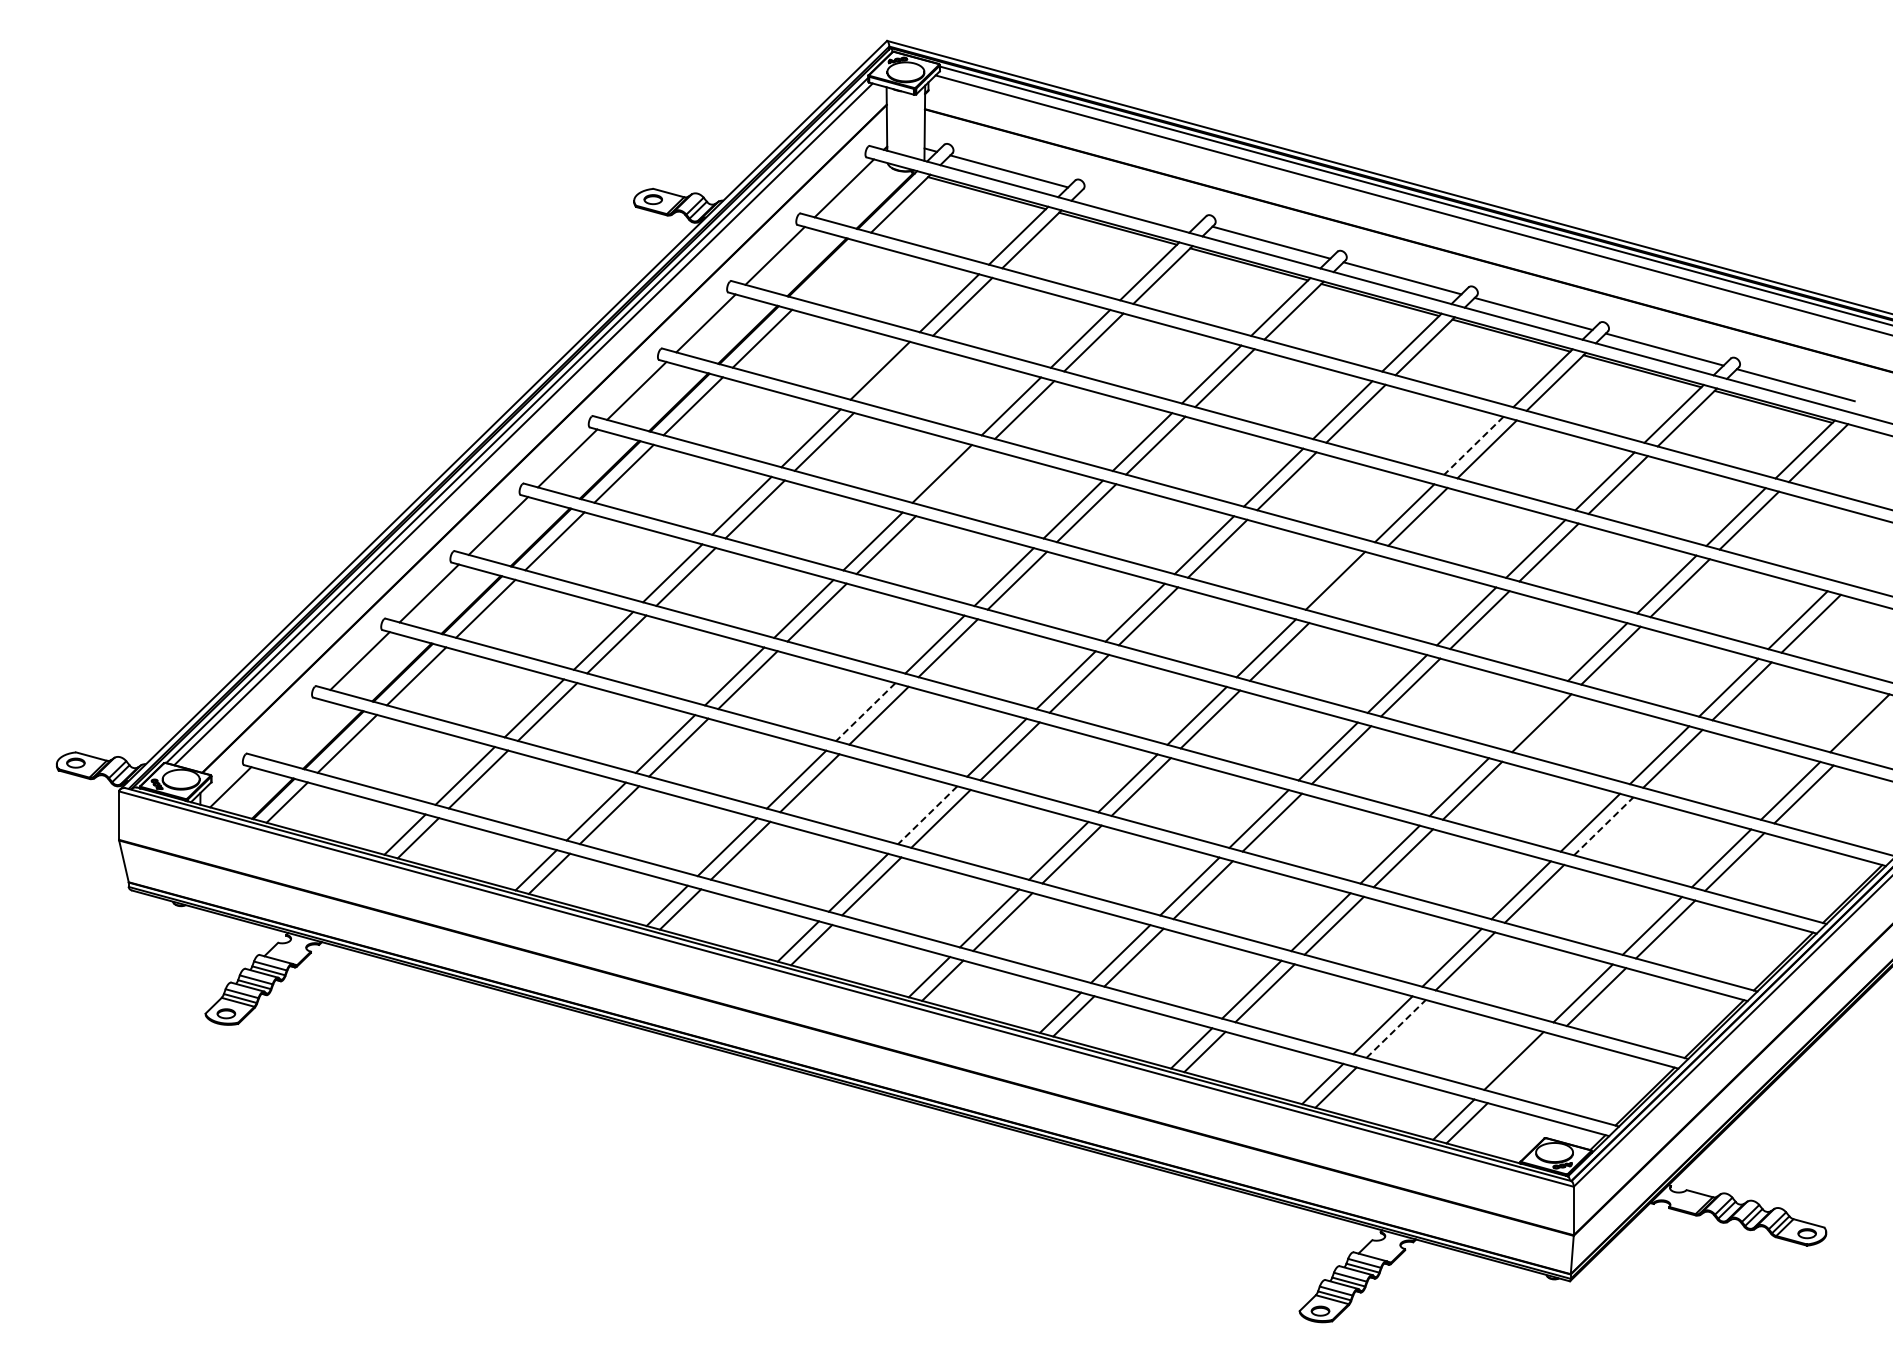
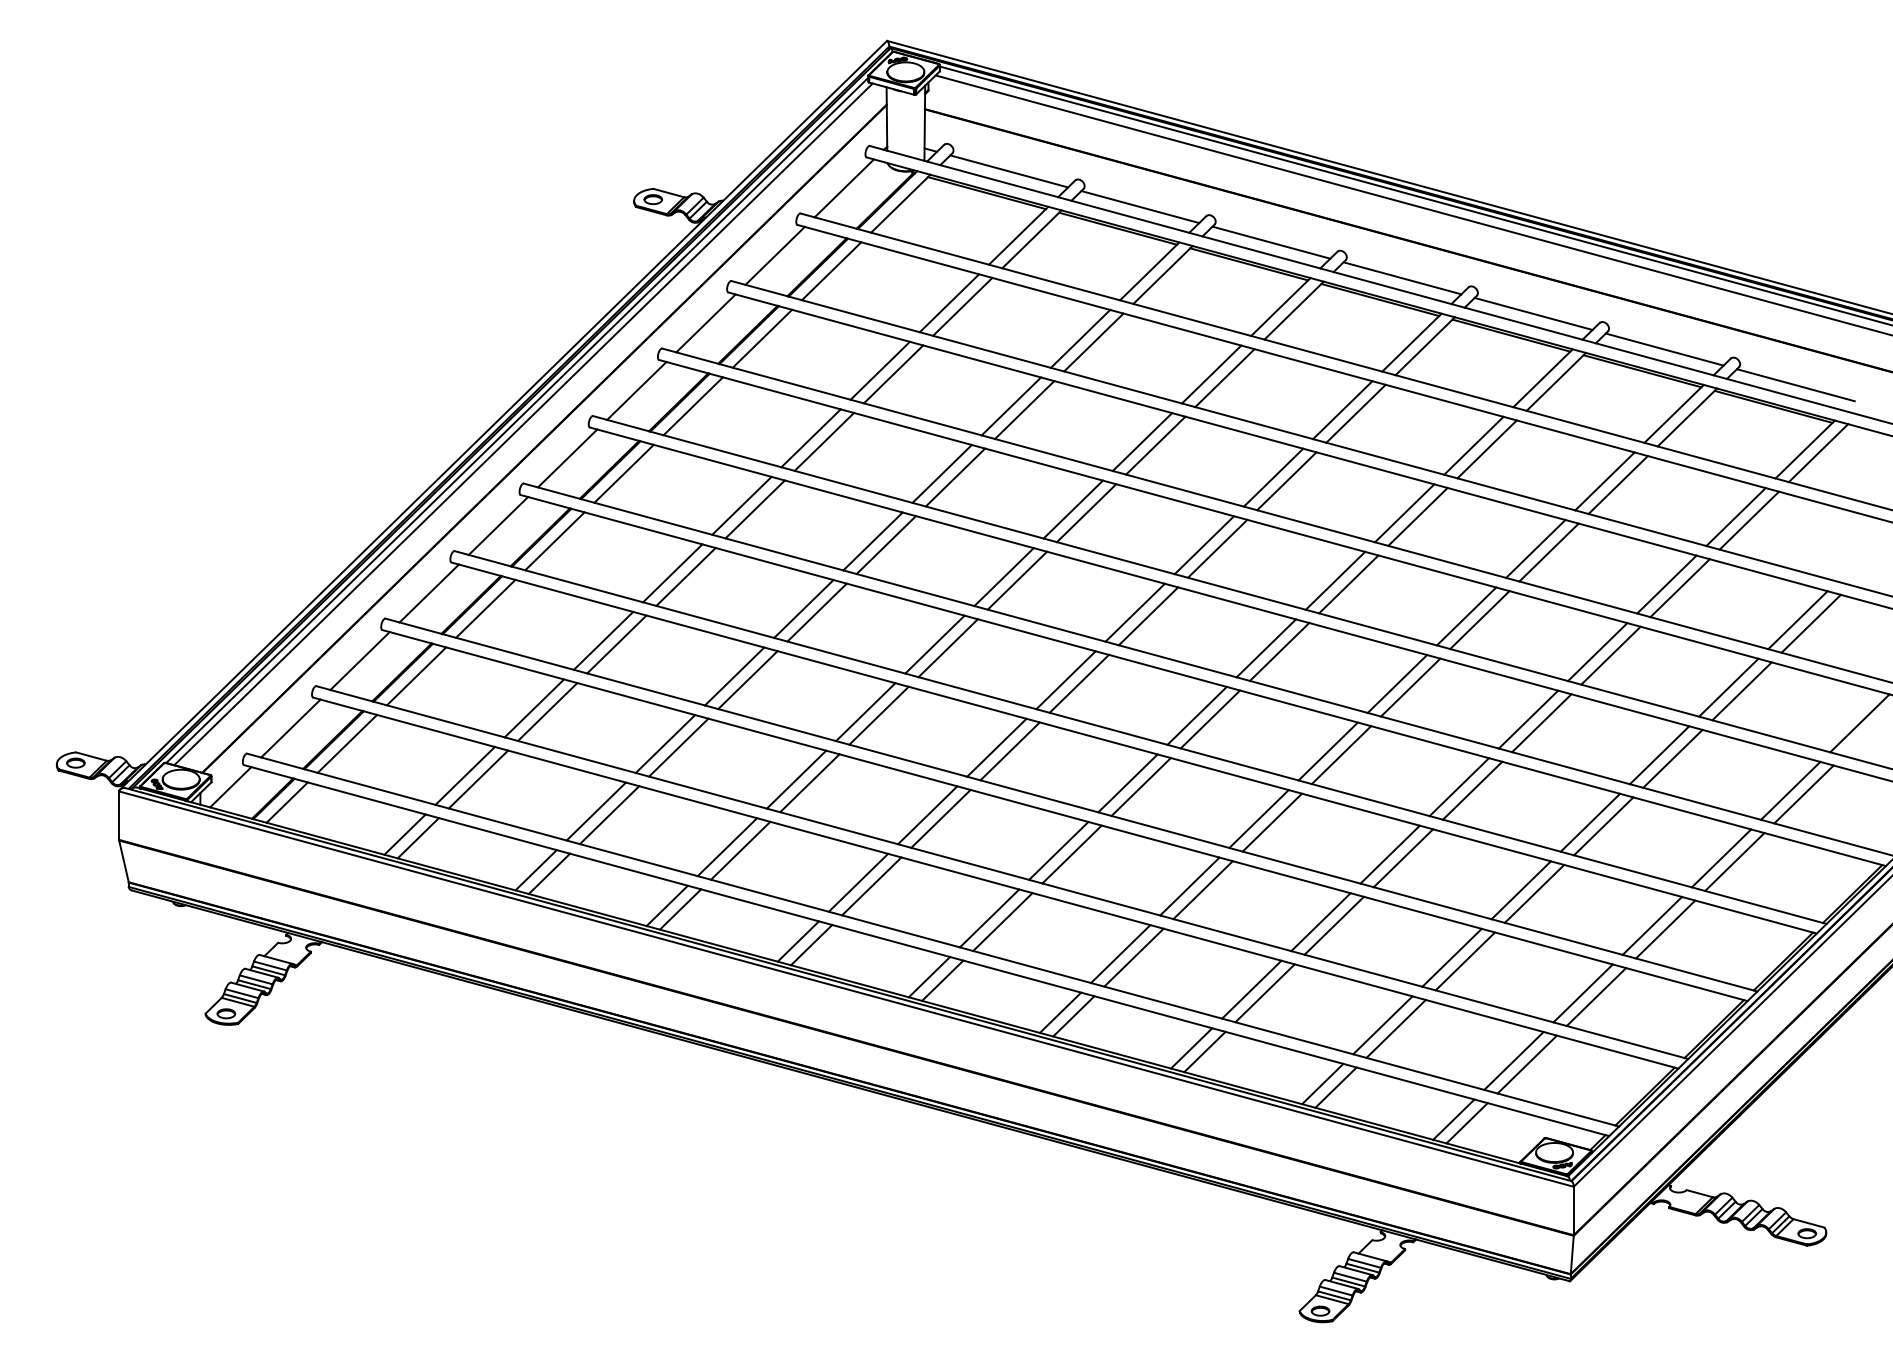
line at (1140, 207): none -> present
line at (831, 271): none -> present
line at (893, 374): none -> present
line at (1473, 446): dashed -> solid
line at (955, 477): none -> present
line at (1348, 584): none -> present
line at (865, 712): dashed -> solid
line at (1528, 719): none -> present
line at (290, 728): none -> present
line at (927, 815): dashed -> solid
line at (1604, 826): dashed -> solid
line at (1396, 1028): dashed -> solid
line at (1526, 1064): none -> present
